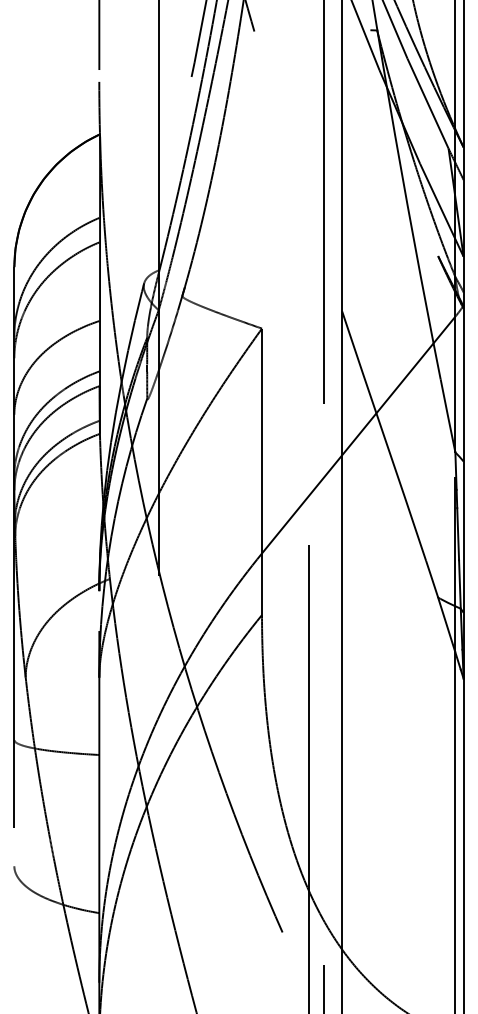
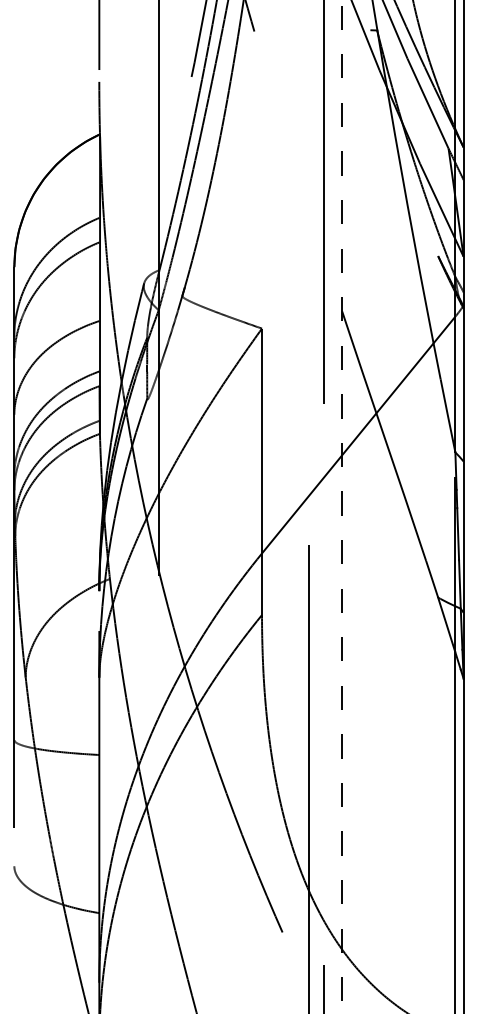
line at (342, 506): solid -> dashed
